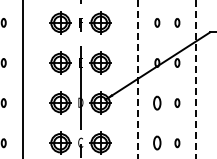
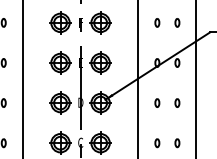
line at (138, 79): dashed -> solid
line at (196, 79): dashed -> solid
part at (157, 102) size: 9x16 px -> 7x10 px
part at (157, 142) size: 9x16 px -> 7x11 px
